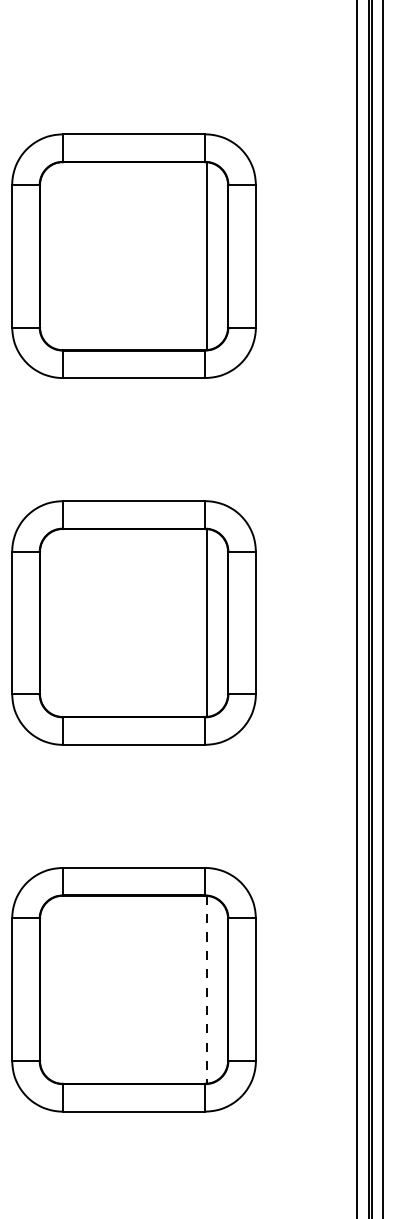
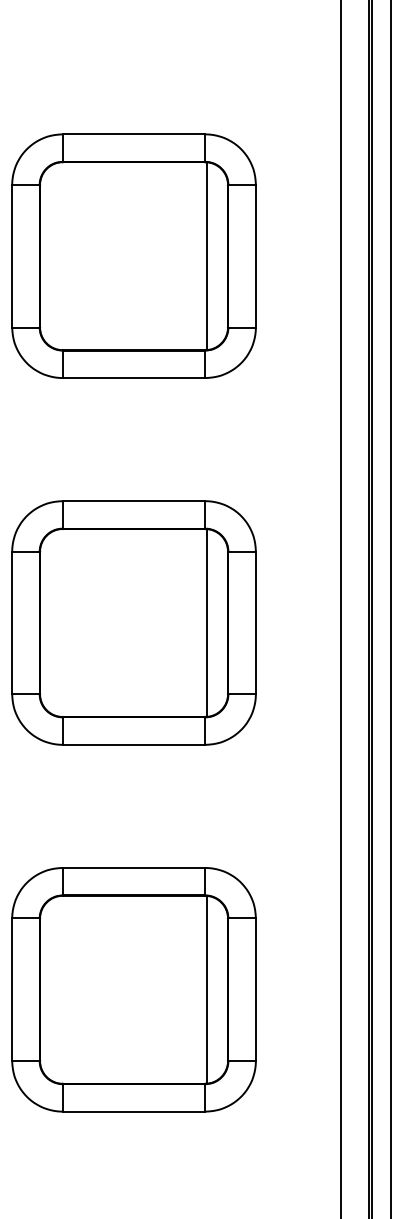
line at (357, 608) position: (357, 608) -> (341, 608)
line at (382, 608) position: (382, 608) -> (390, 608)
line at (207, 989): dashed -> solid
